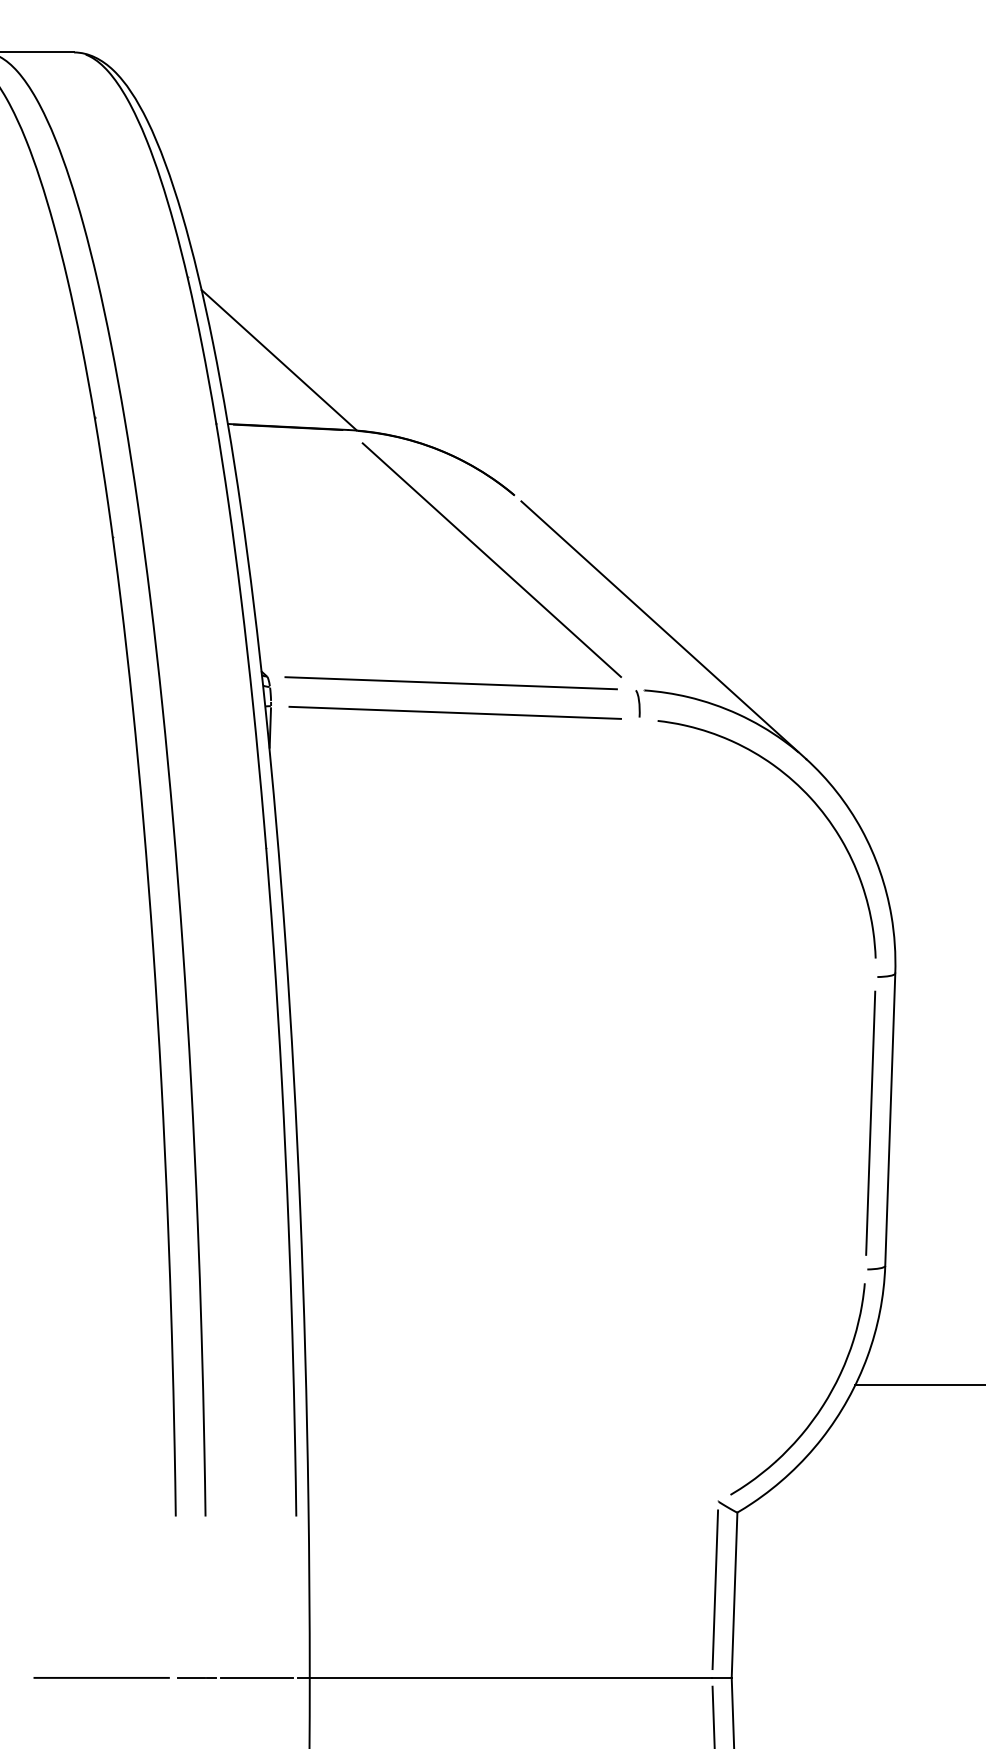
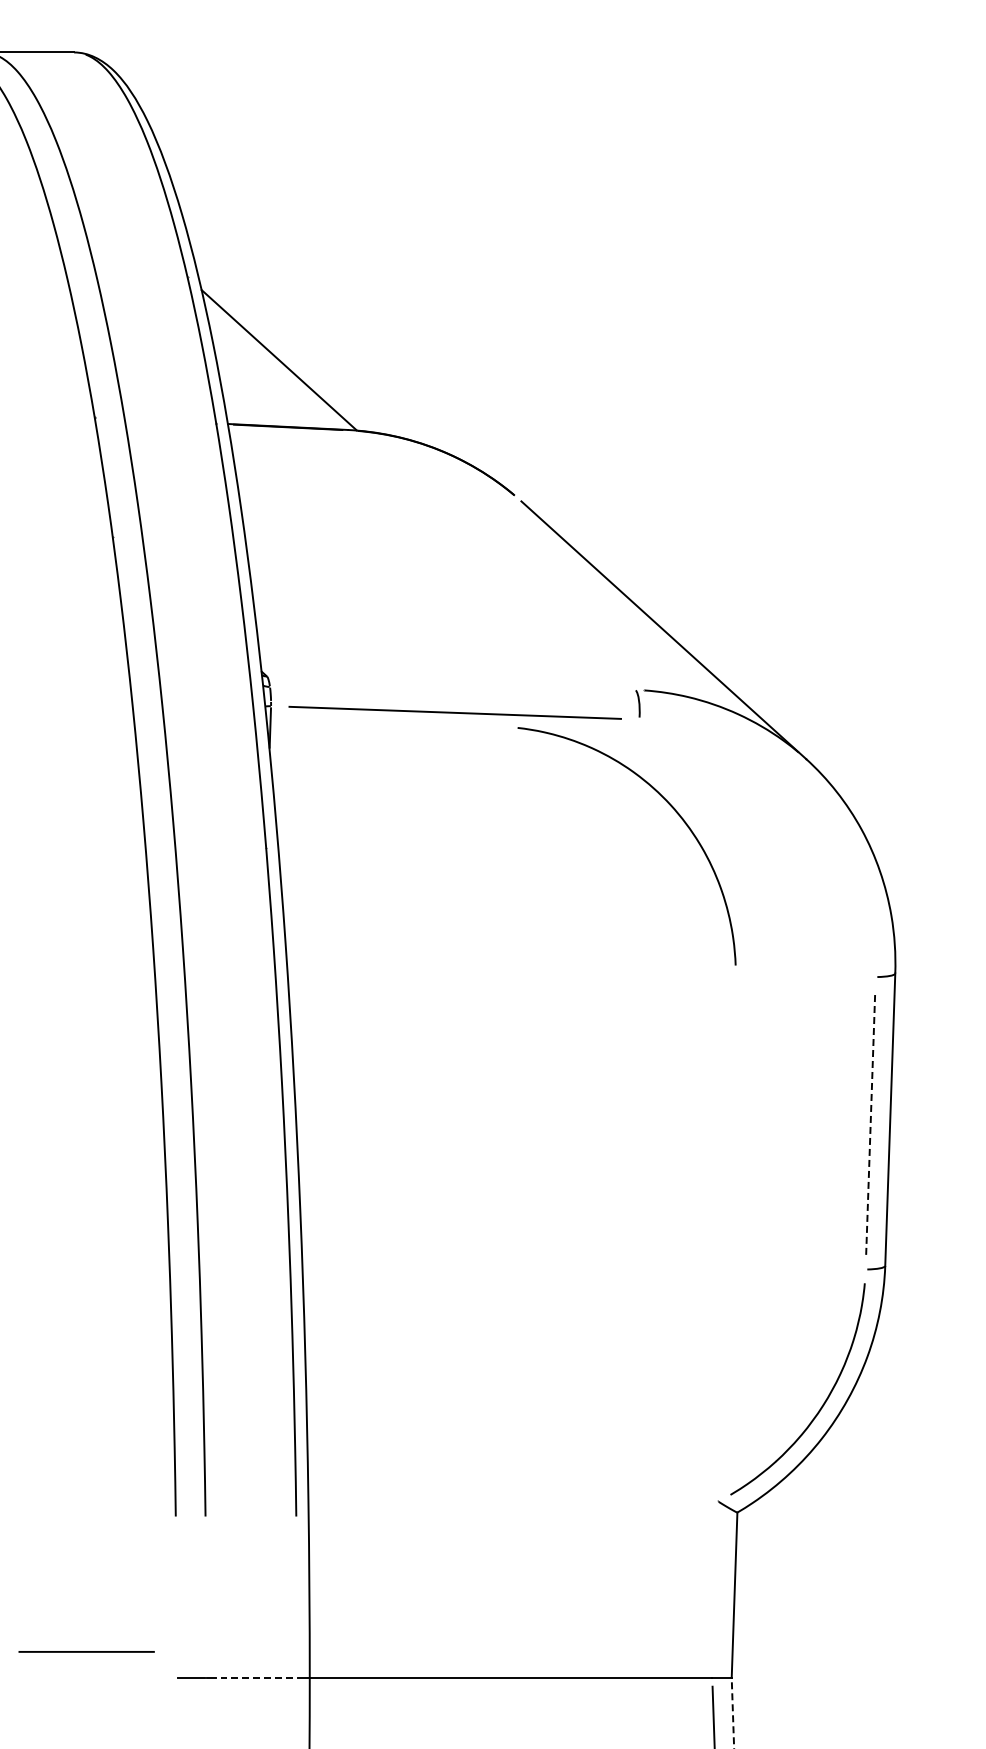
line at (491, 559): present -> none
line at (450, 683): present -> none
curve at (808, 797) position: (808, 797) -> (668, 804)
line at (870, 1123): solid -> dashed
line at (918, 1385): present -> none
line at (715, 1589): present -> none
line at (101, 1677) position: (101, 1677) -> (86, 1651)
line at (256, 1677): solid -> dashed
line at (732, 1712): solid -> dashed
